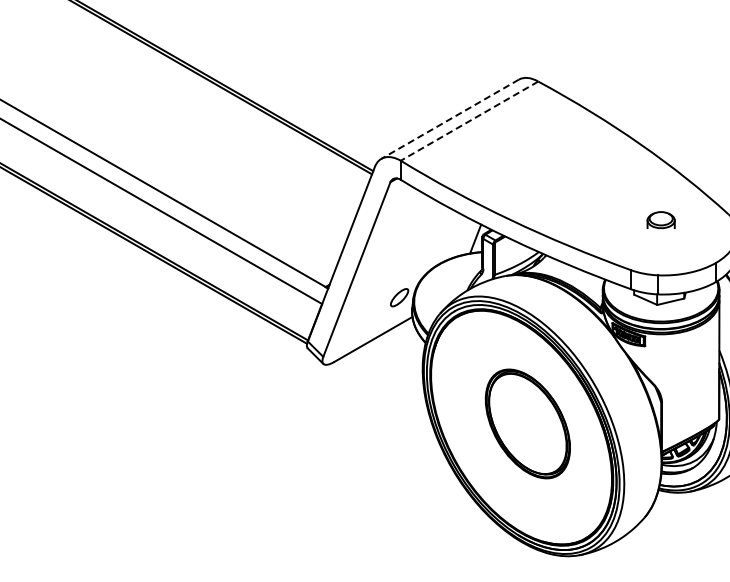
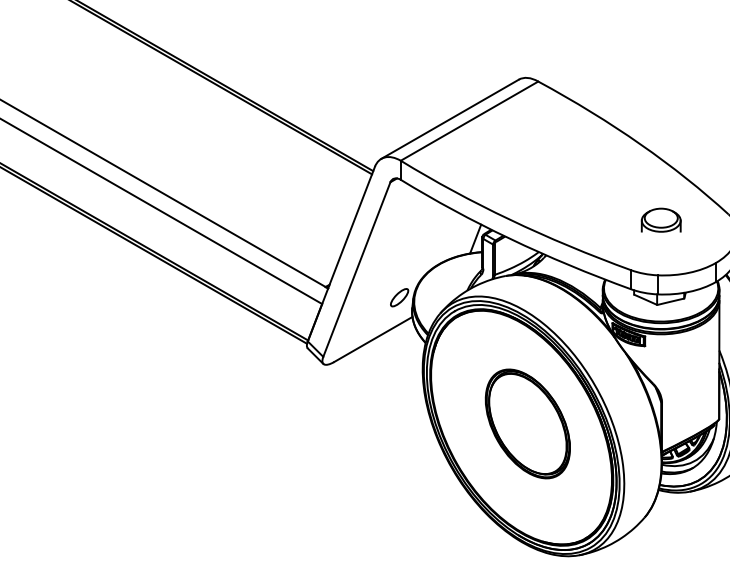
line at (449, 119): dashed -> solid
line at (469, 121): dashed -> solid
part at (660, 220) size: 30x19 px -> 42x26 px
